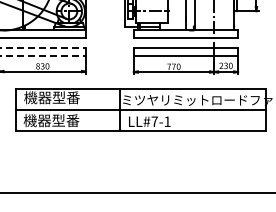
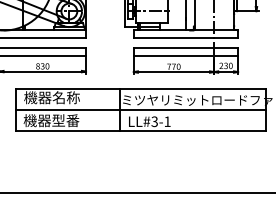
line at (43, 48): dashed -> solid
line at (43, 56): dashed -> solid
text at (65, 97): 機器型番 -> 機器名称
text at (154, 121): LL#7-1 -> LL#3-1
